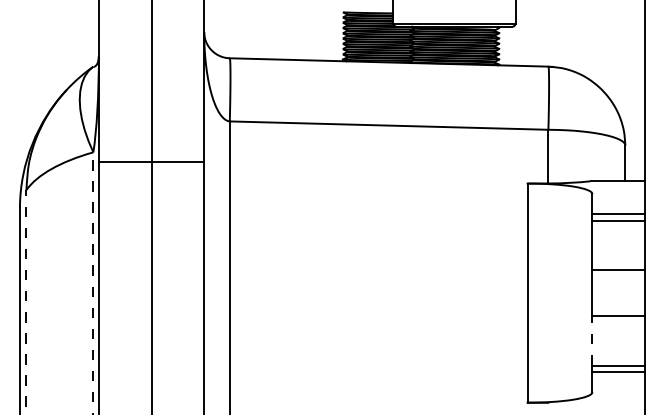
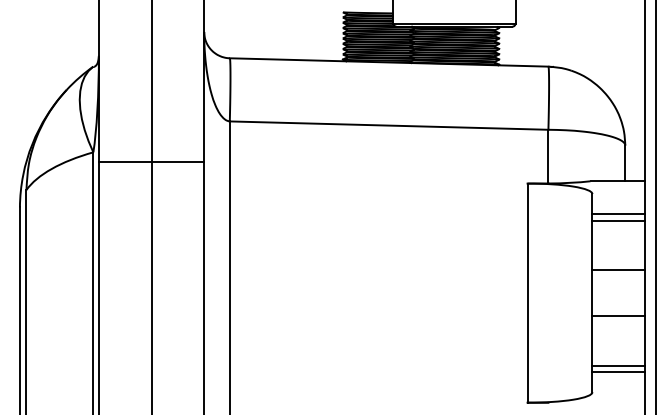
line at (656, 206): none -> present
line at (93, 283): dashed -> solid
line at (26, 302): dashed -> solid
line at (592, 340): dashed -> solid
